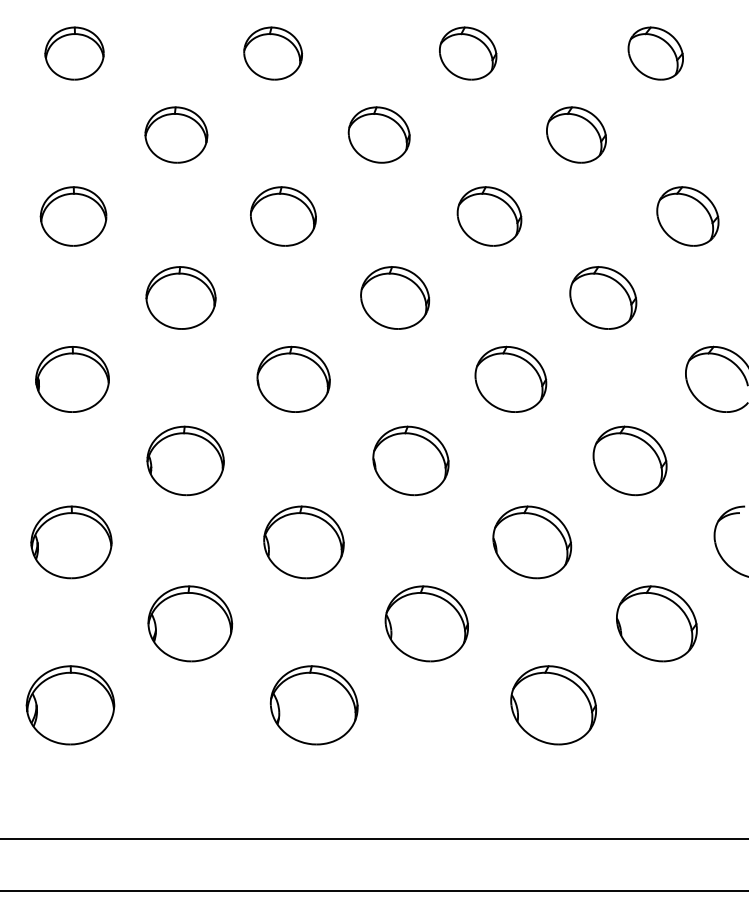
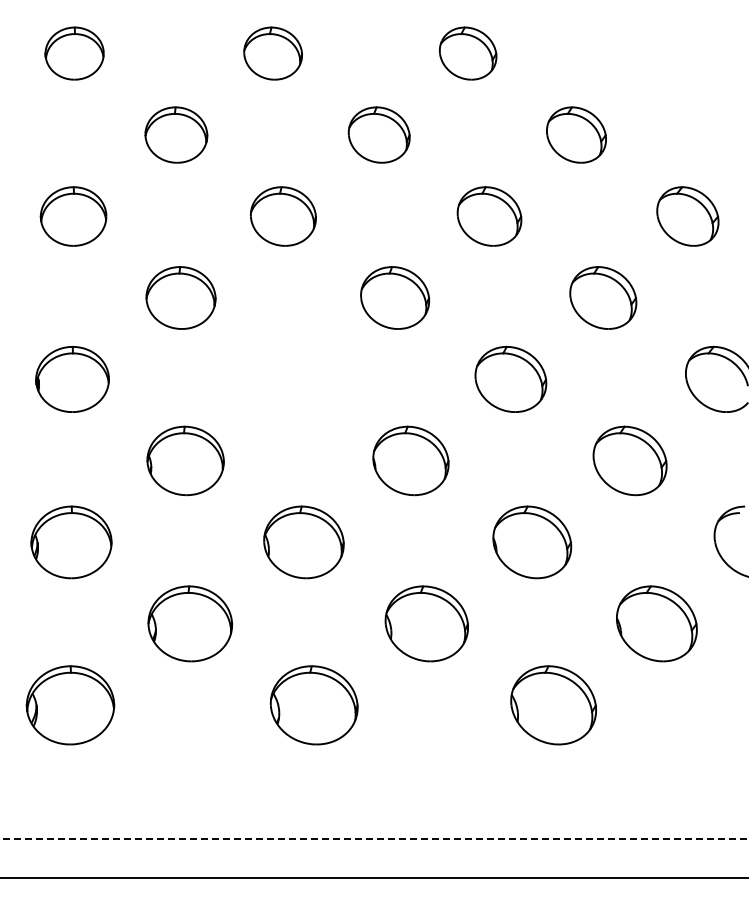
part at (655, 53): present -> none
part at (293, 378): present -> none
line at (374, 838): solid -> dashed
line at (373, 891) position: (373, 891) -> (373, 878)
